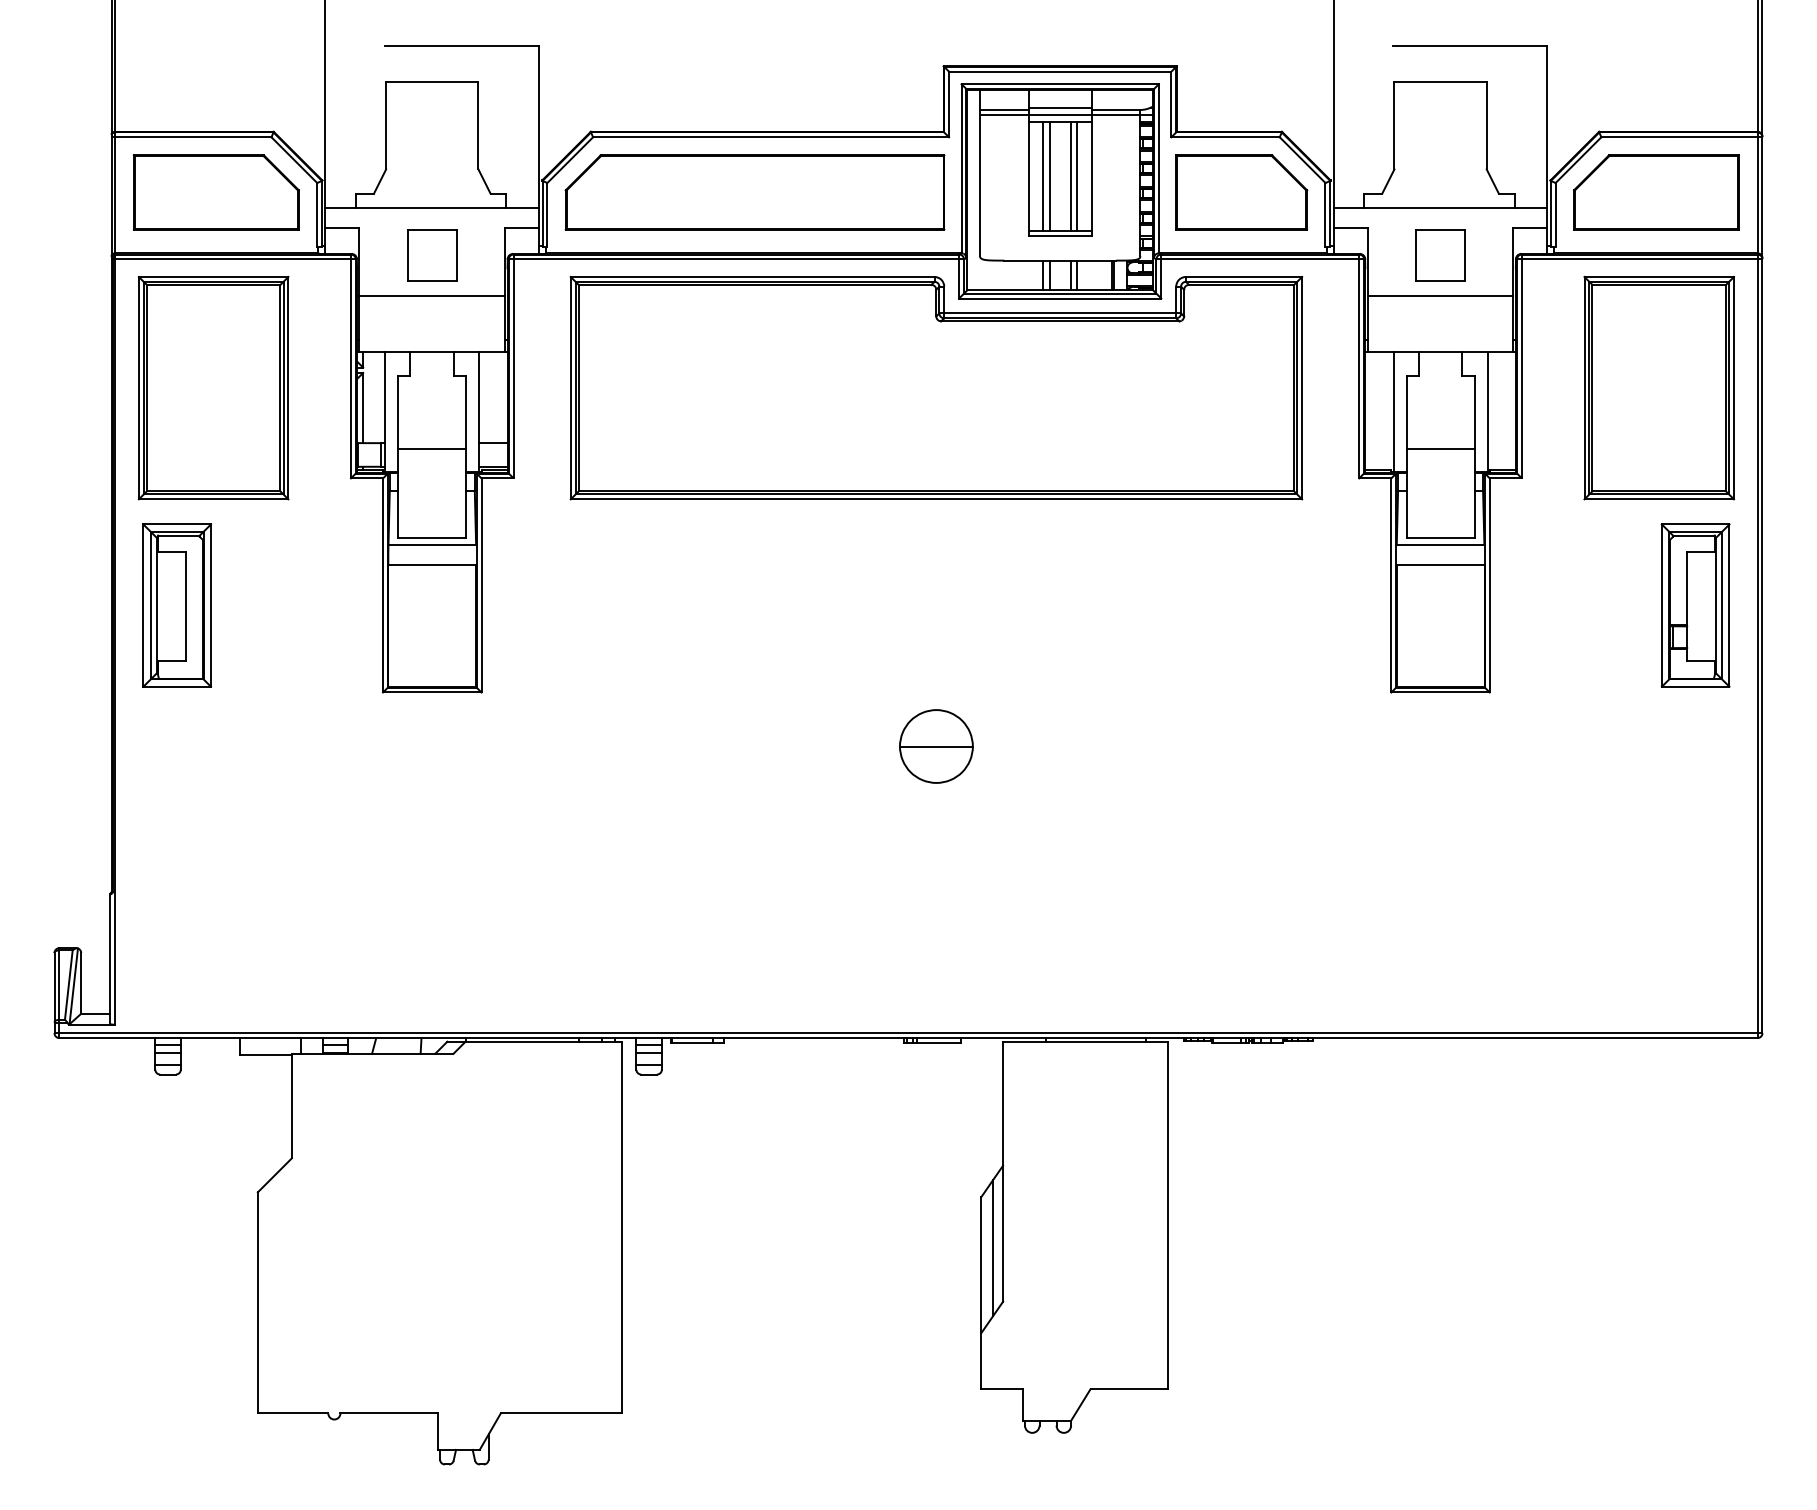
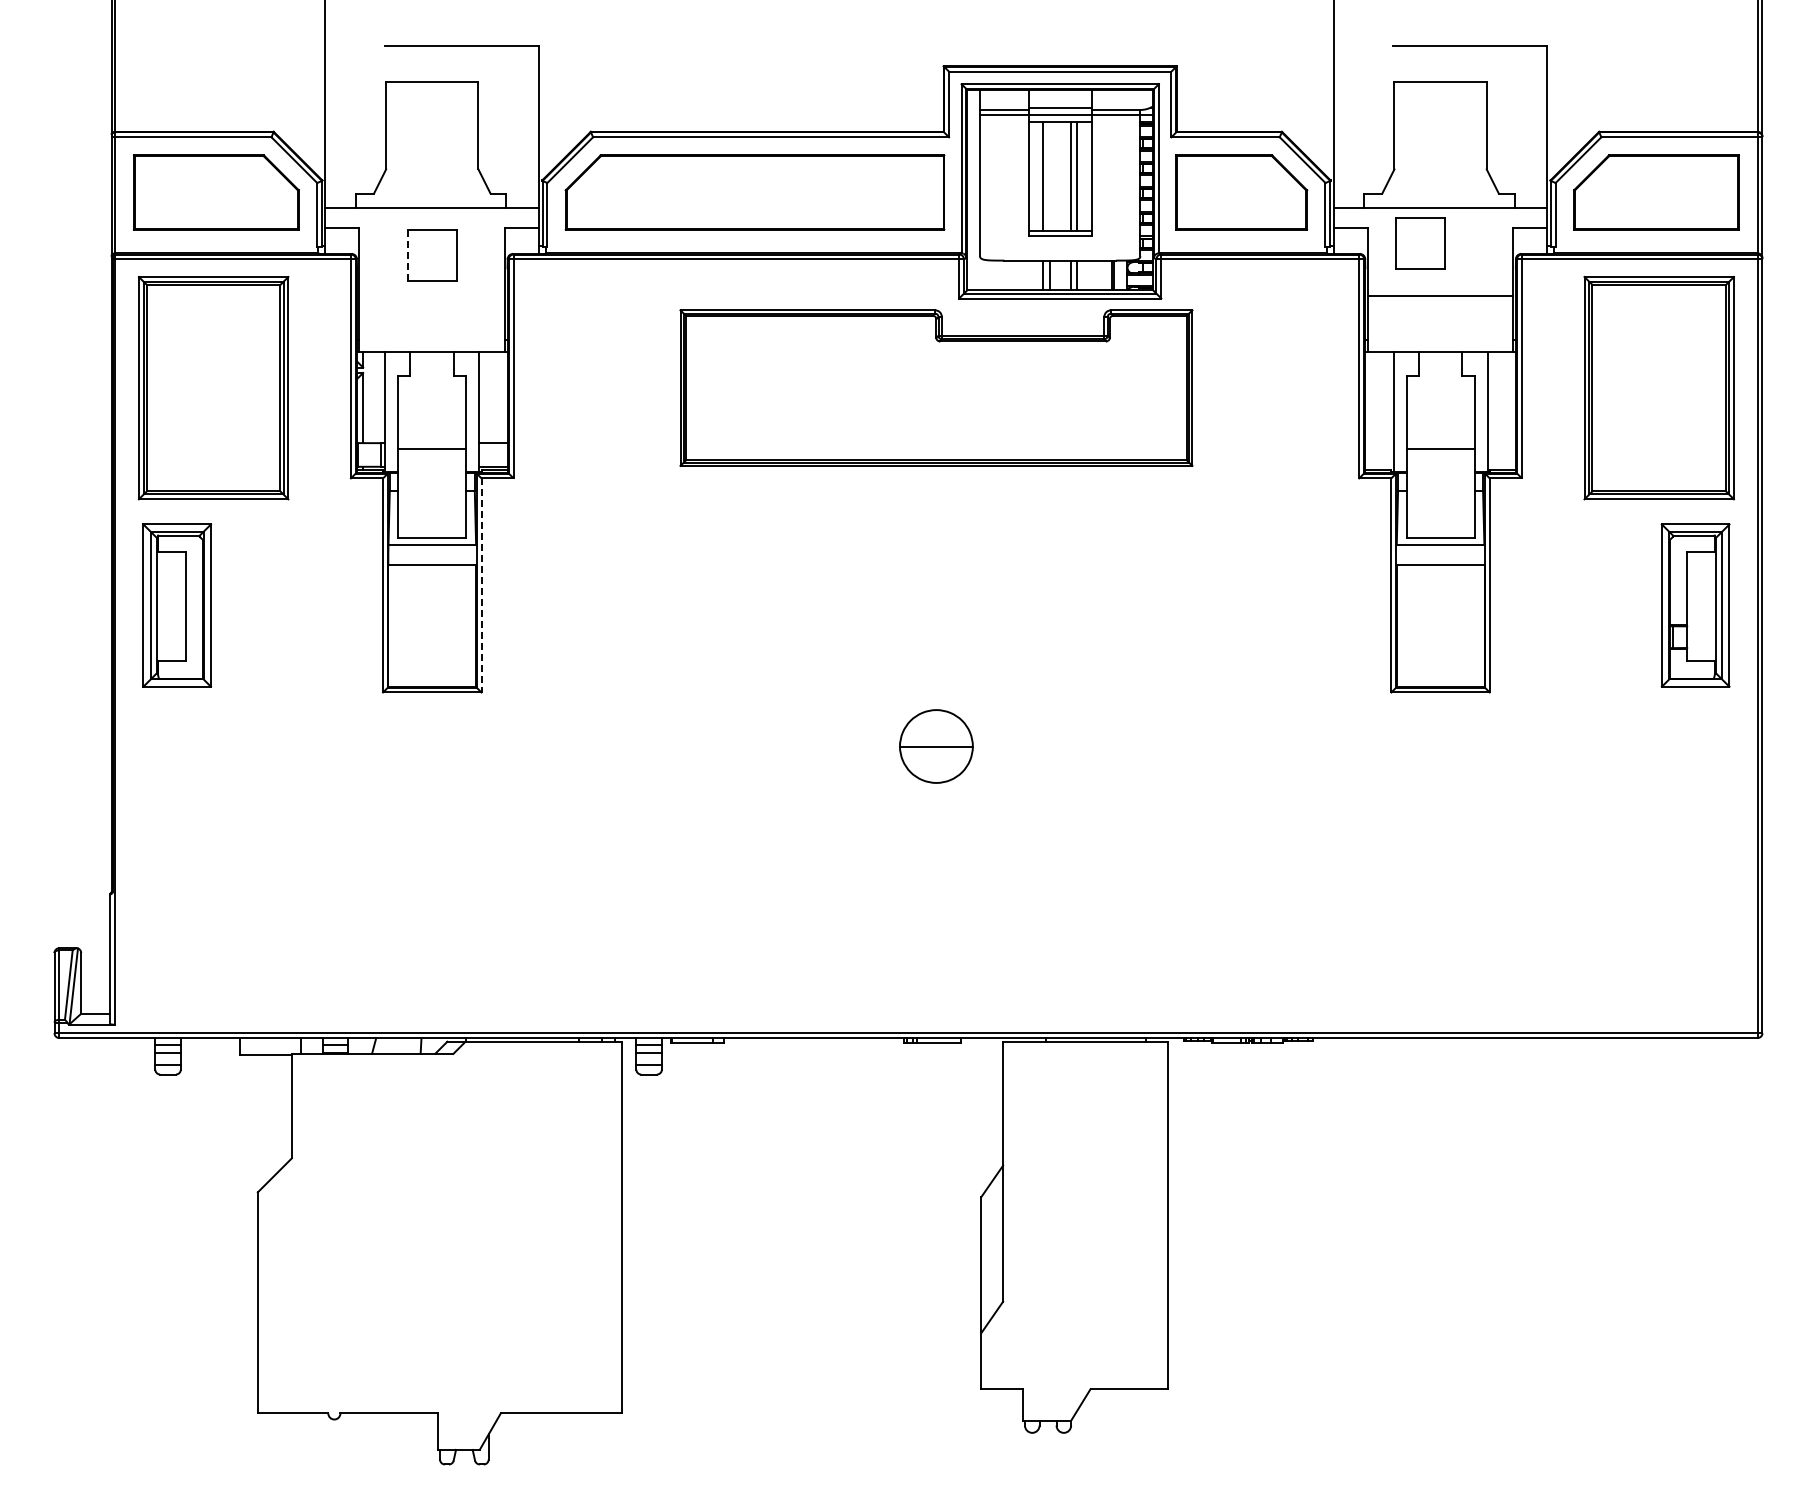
line at (1049, 176): present -> none
line at (408, 255): solid -> dashed
part at (1440, 255) position: (1440, 255) -> (1420, 243)
line at (432, 295): present -> none
part at (936, 387) size: 735x226 px -> 515x158 px
line at (481, 585): solid -> dashed
line at (993, 1247): present -> none
